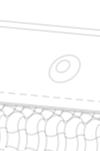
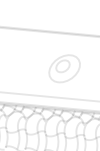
line at (49, 25) position: (49, 25) -> (49, 32)
line at (50, 96): dashed -> solid
